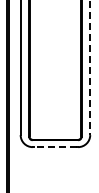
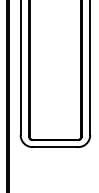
line at (90, 68): dashed -> solid
line at (55, 147): dashed -> solid
